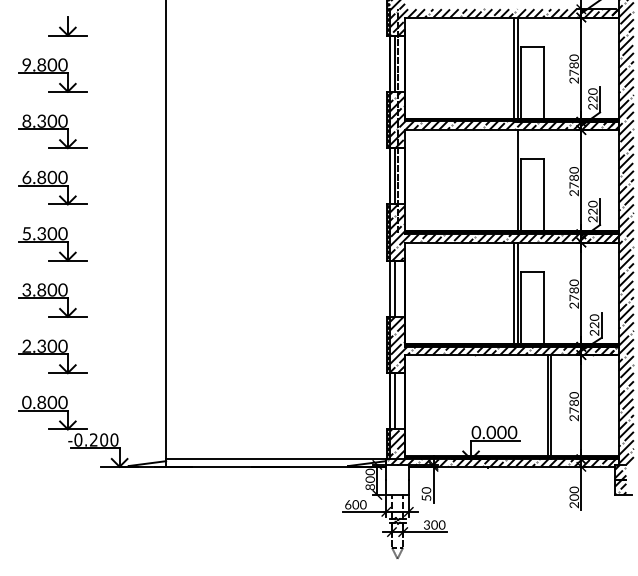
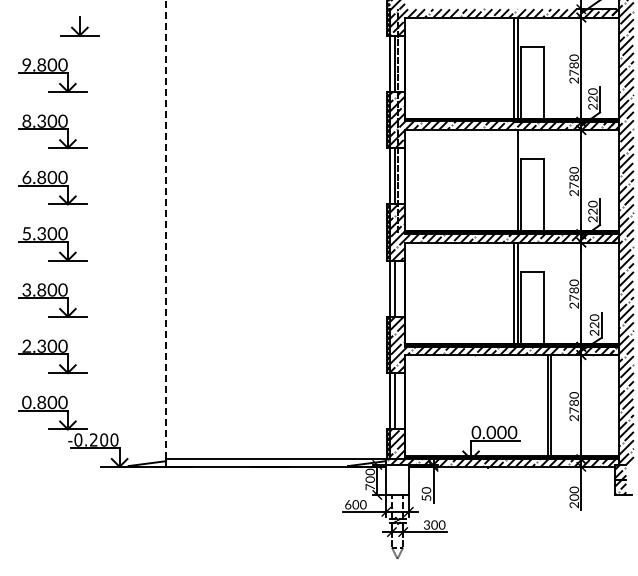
part at (67, 26) position: (67, 26) -> (79, 26)
line at (166, 229): solid -> dashed
text at (369, 487): 800 -> 700
